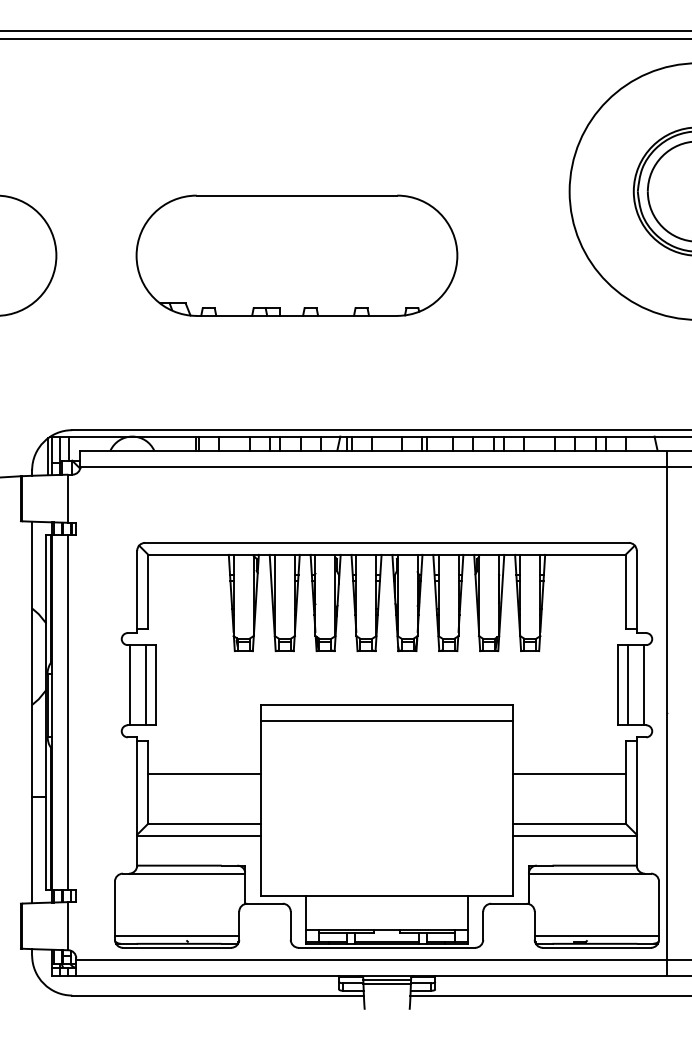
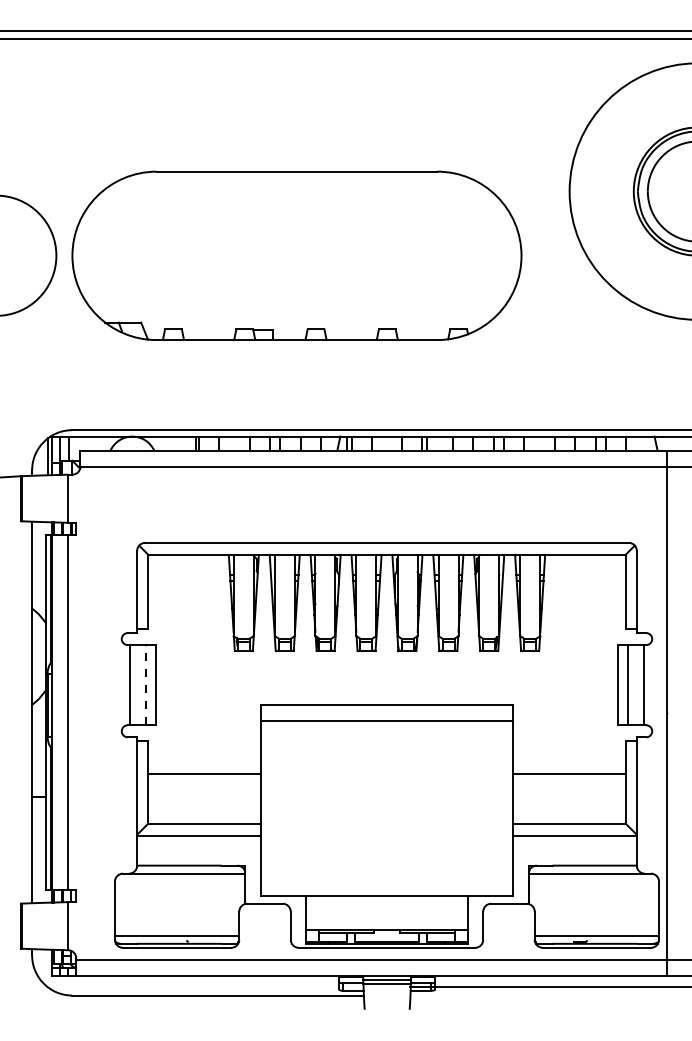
part at (296, 255) size: 324x123 px -> 452x171 px
line at (145, 684): solid -> dashed
line at (549, 995) position: (549, 995) -> (549, 986)
